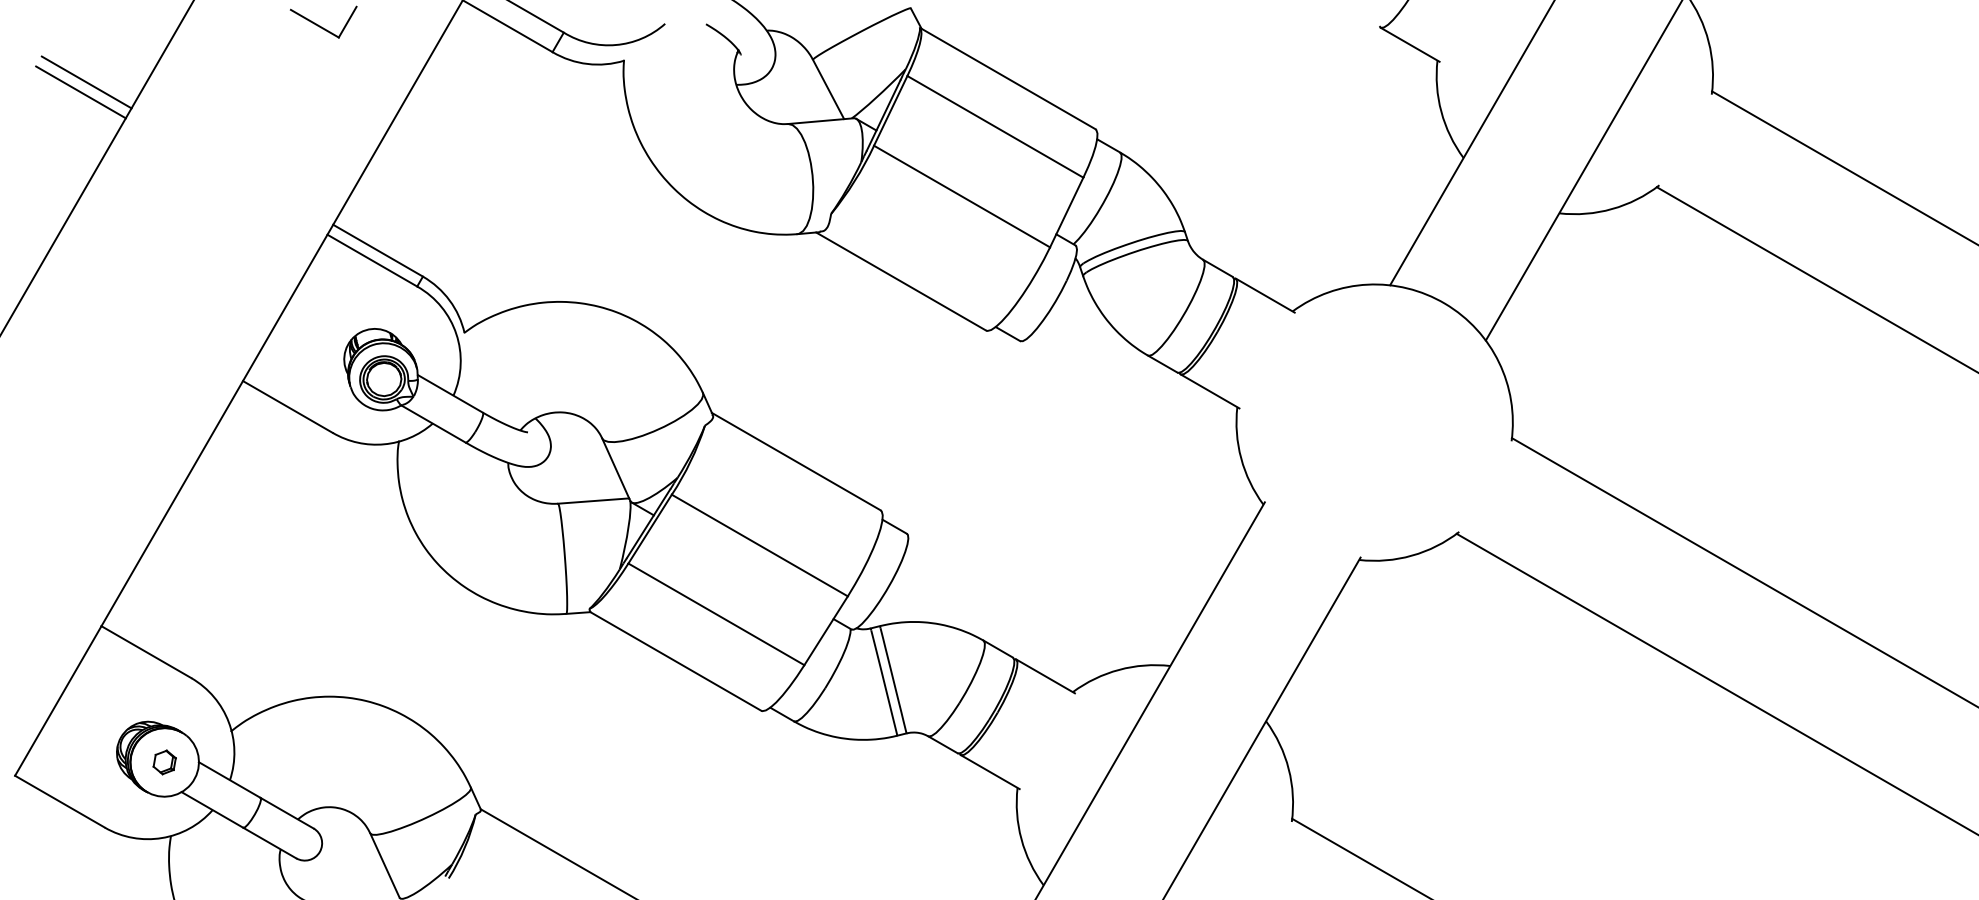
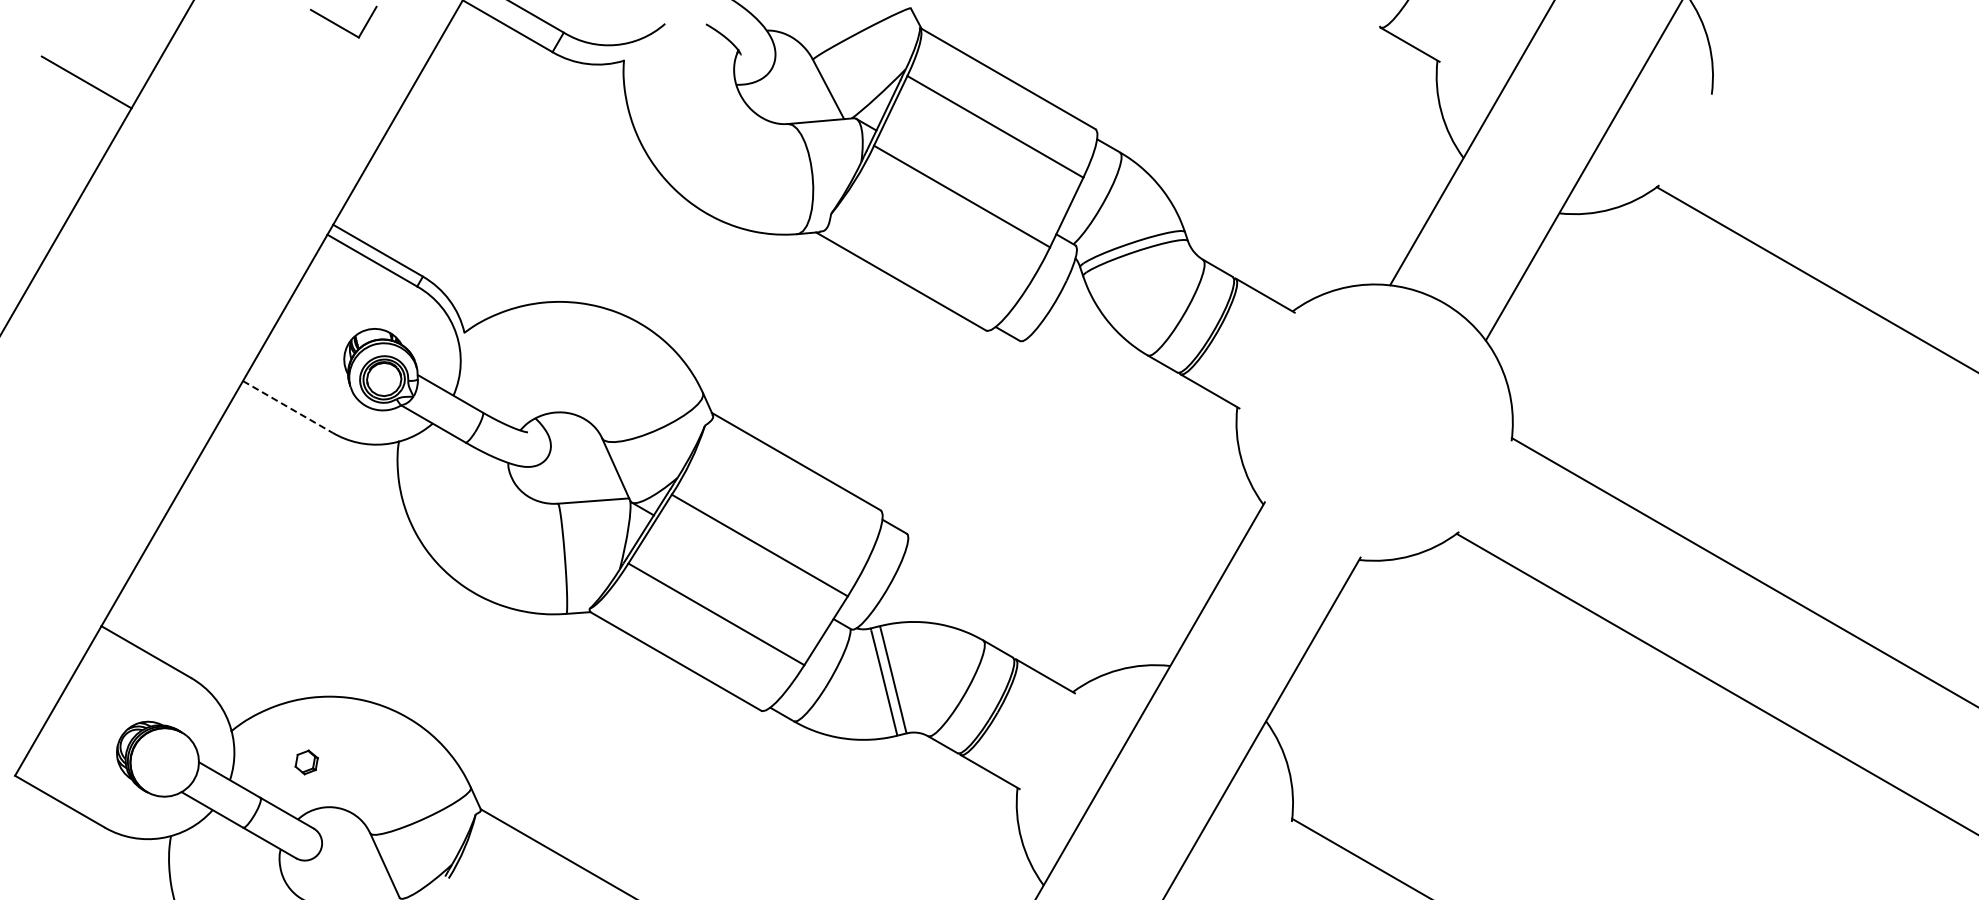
part at (323, 21) position: (323, 21) -> (343, 21)
line at (80, 92): present -> none
line at (1843, 167): present -> none
line at (287, 406): solid -> dashed
part at (164, 762) position: (164, 762) -> (306, 762)
